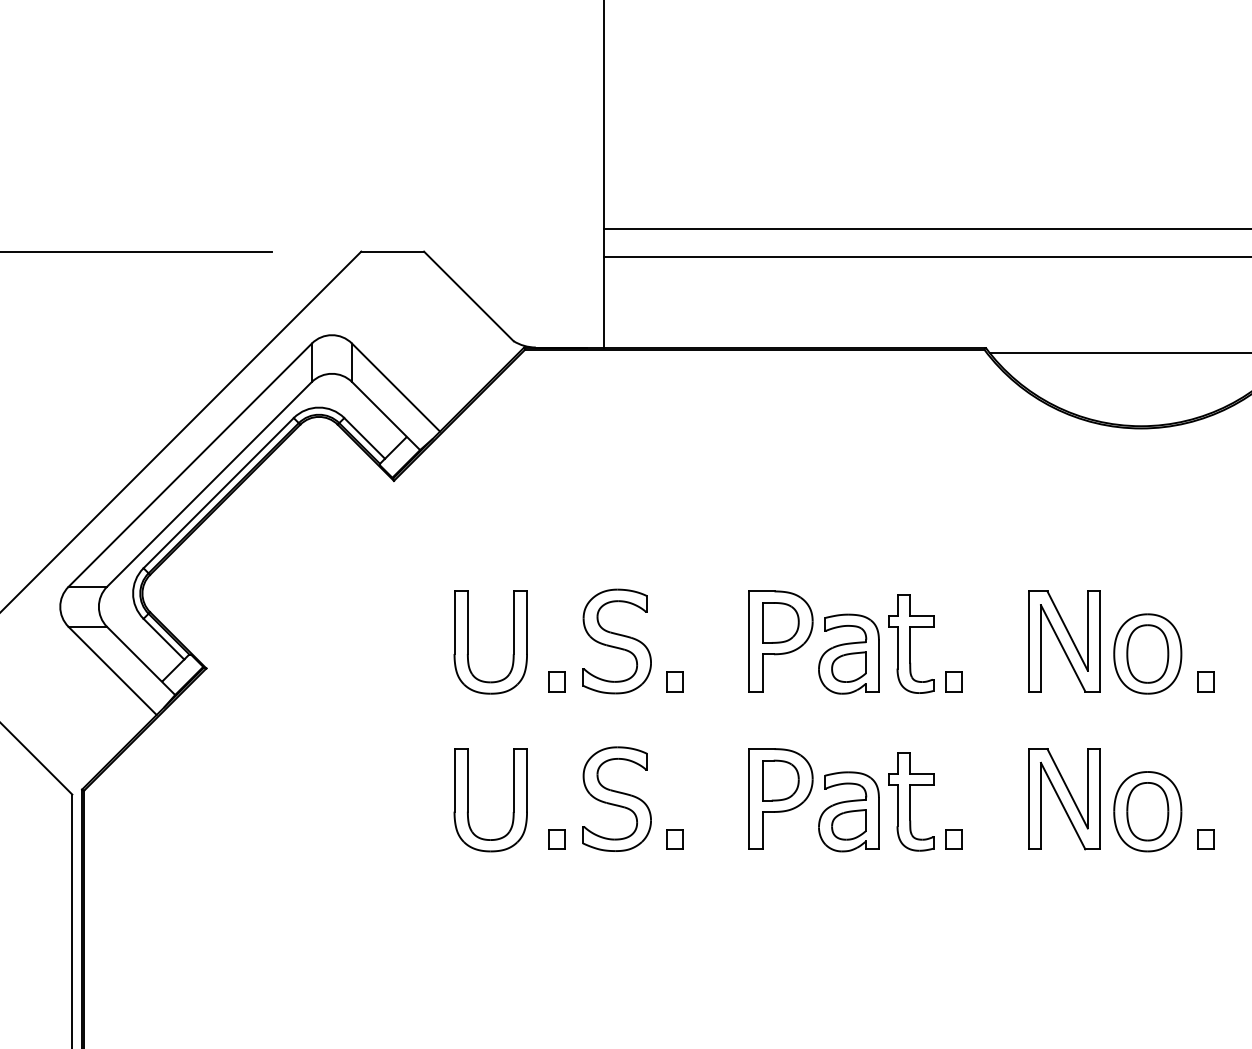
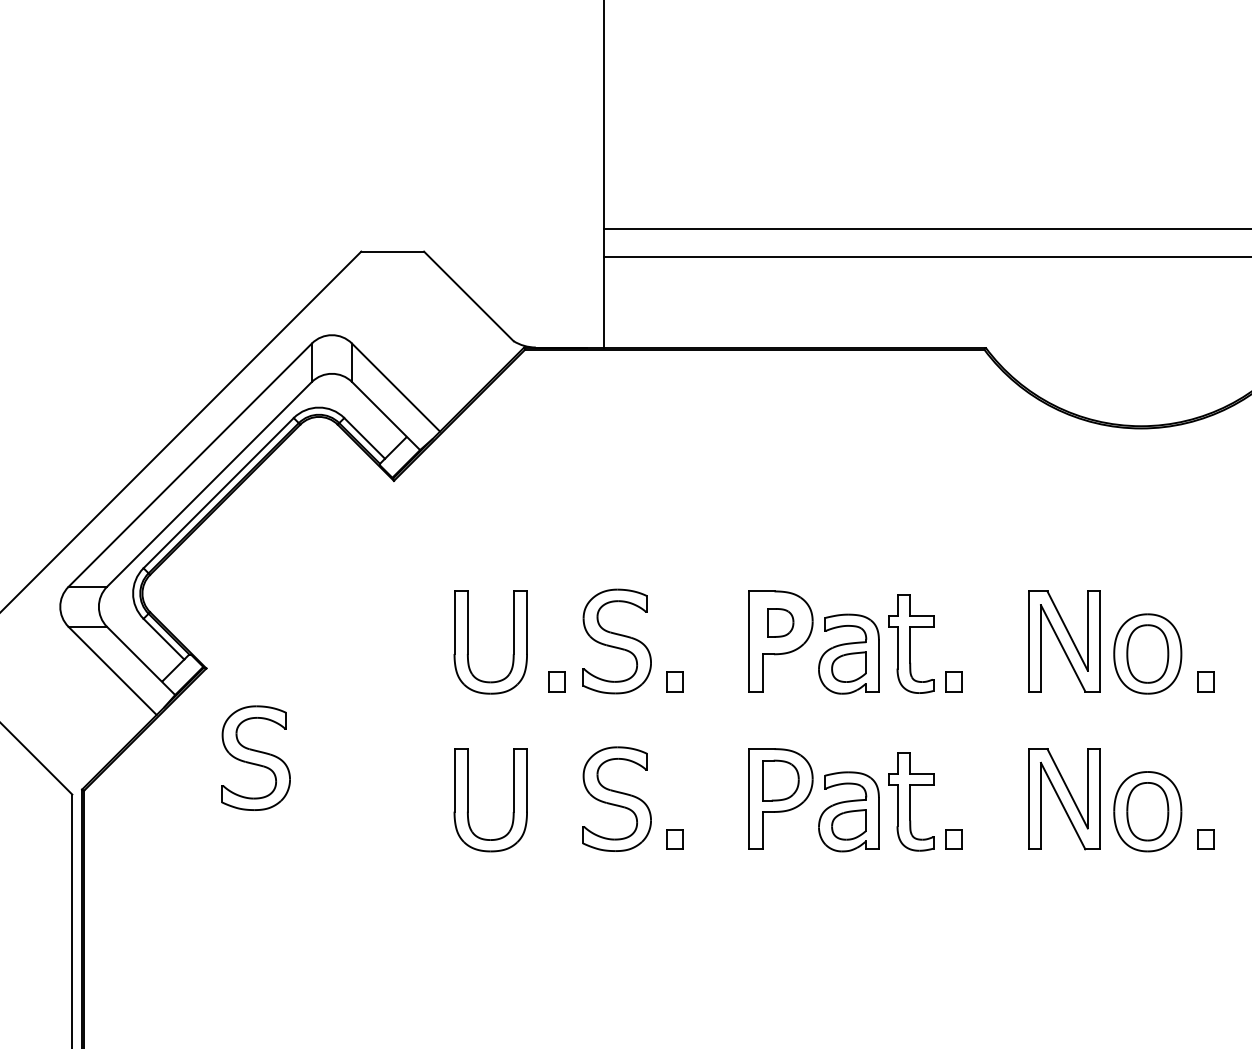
line at (136, 251): present -> none
line at (1118, 353): present -> none
part at (780, 622) size: 38x42 px -> 28x30 px
part at (255, 757): none -> present
part at (556, 839): present -> none
